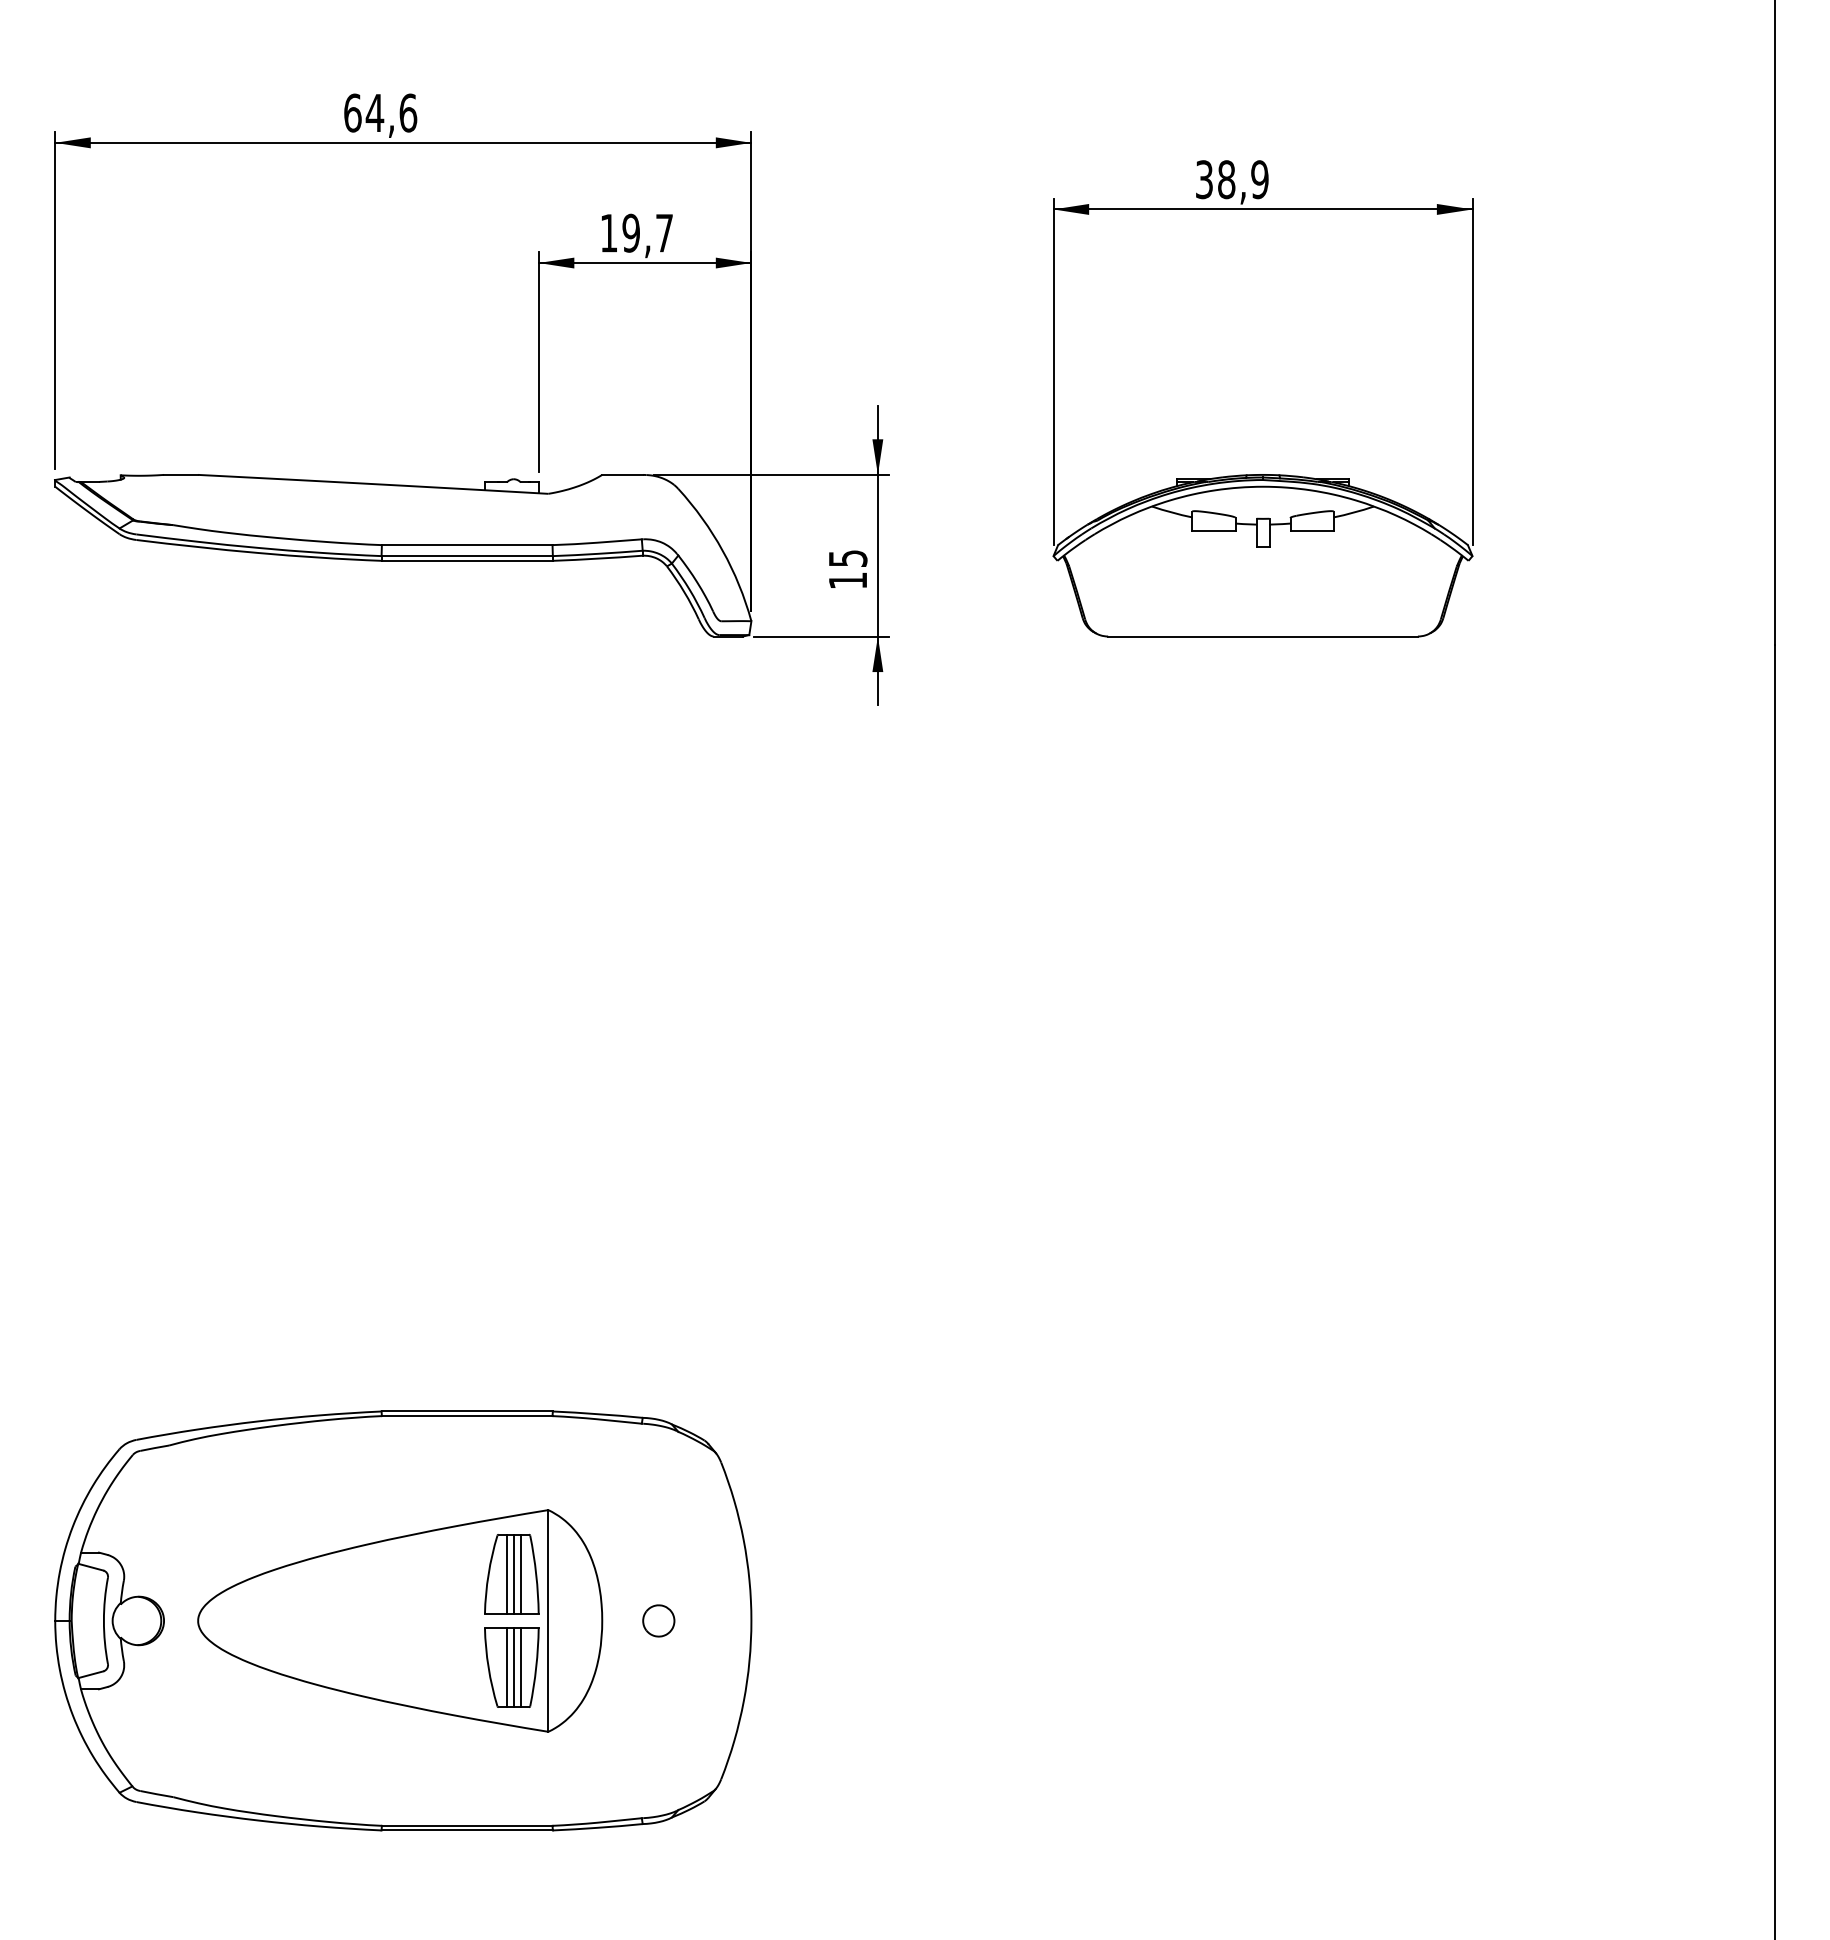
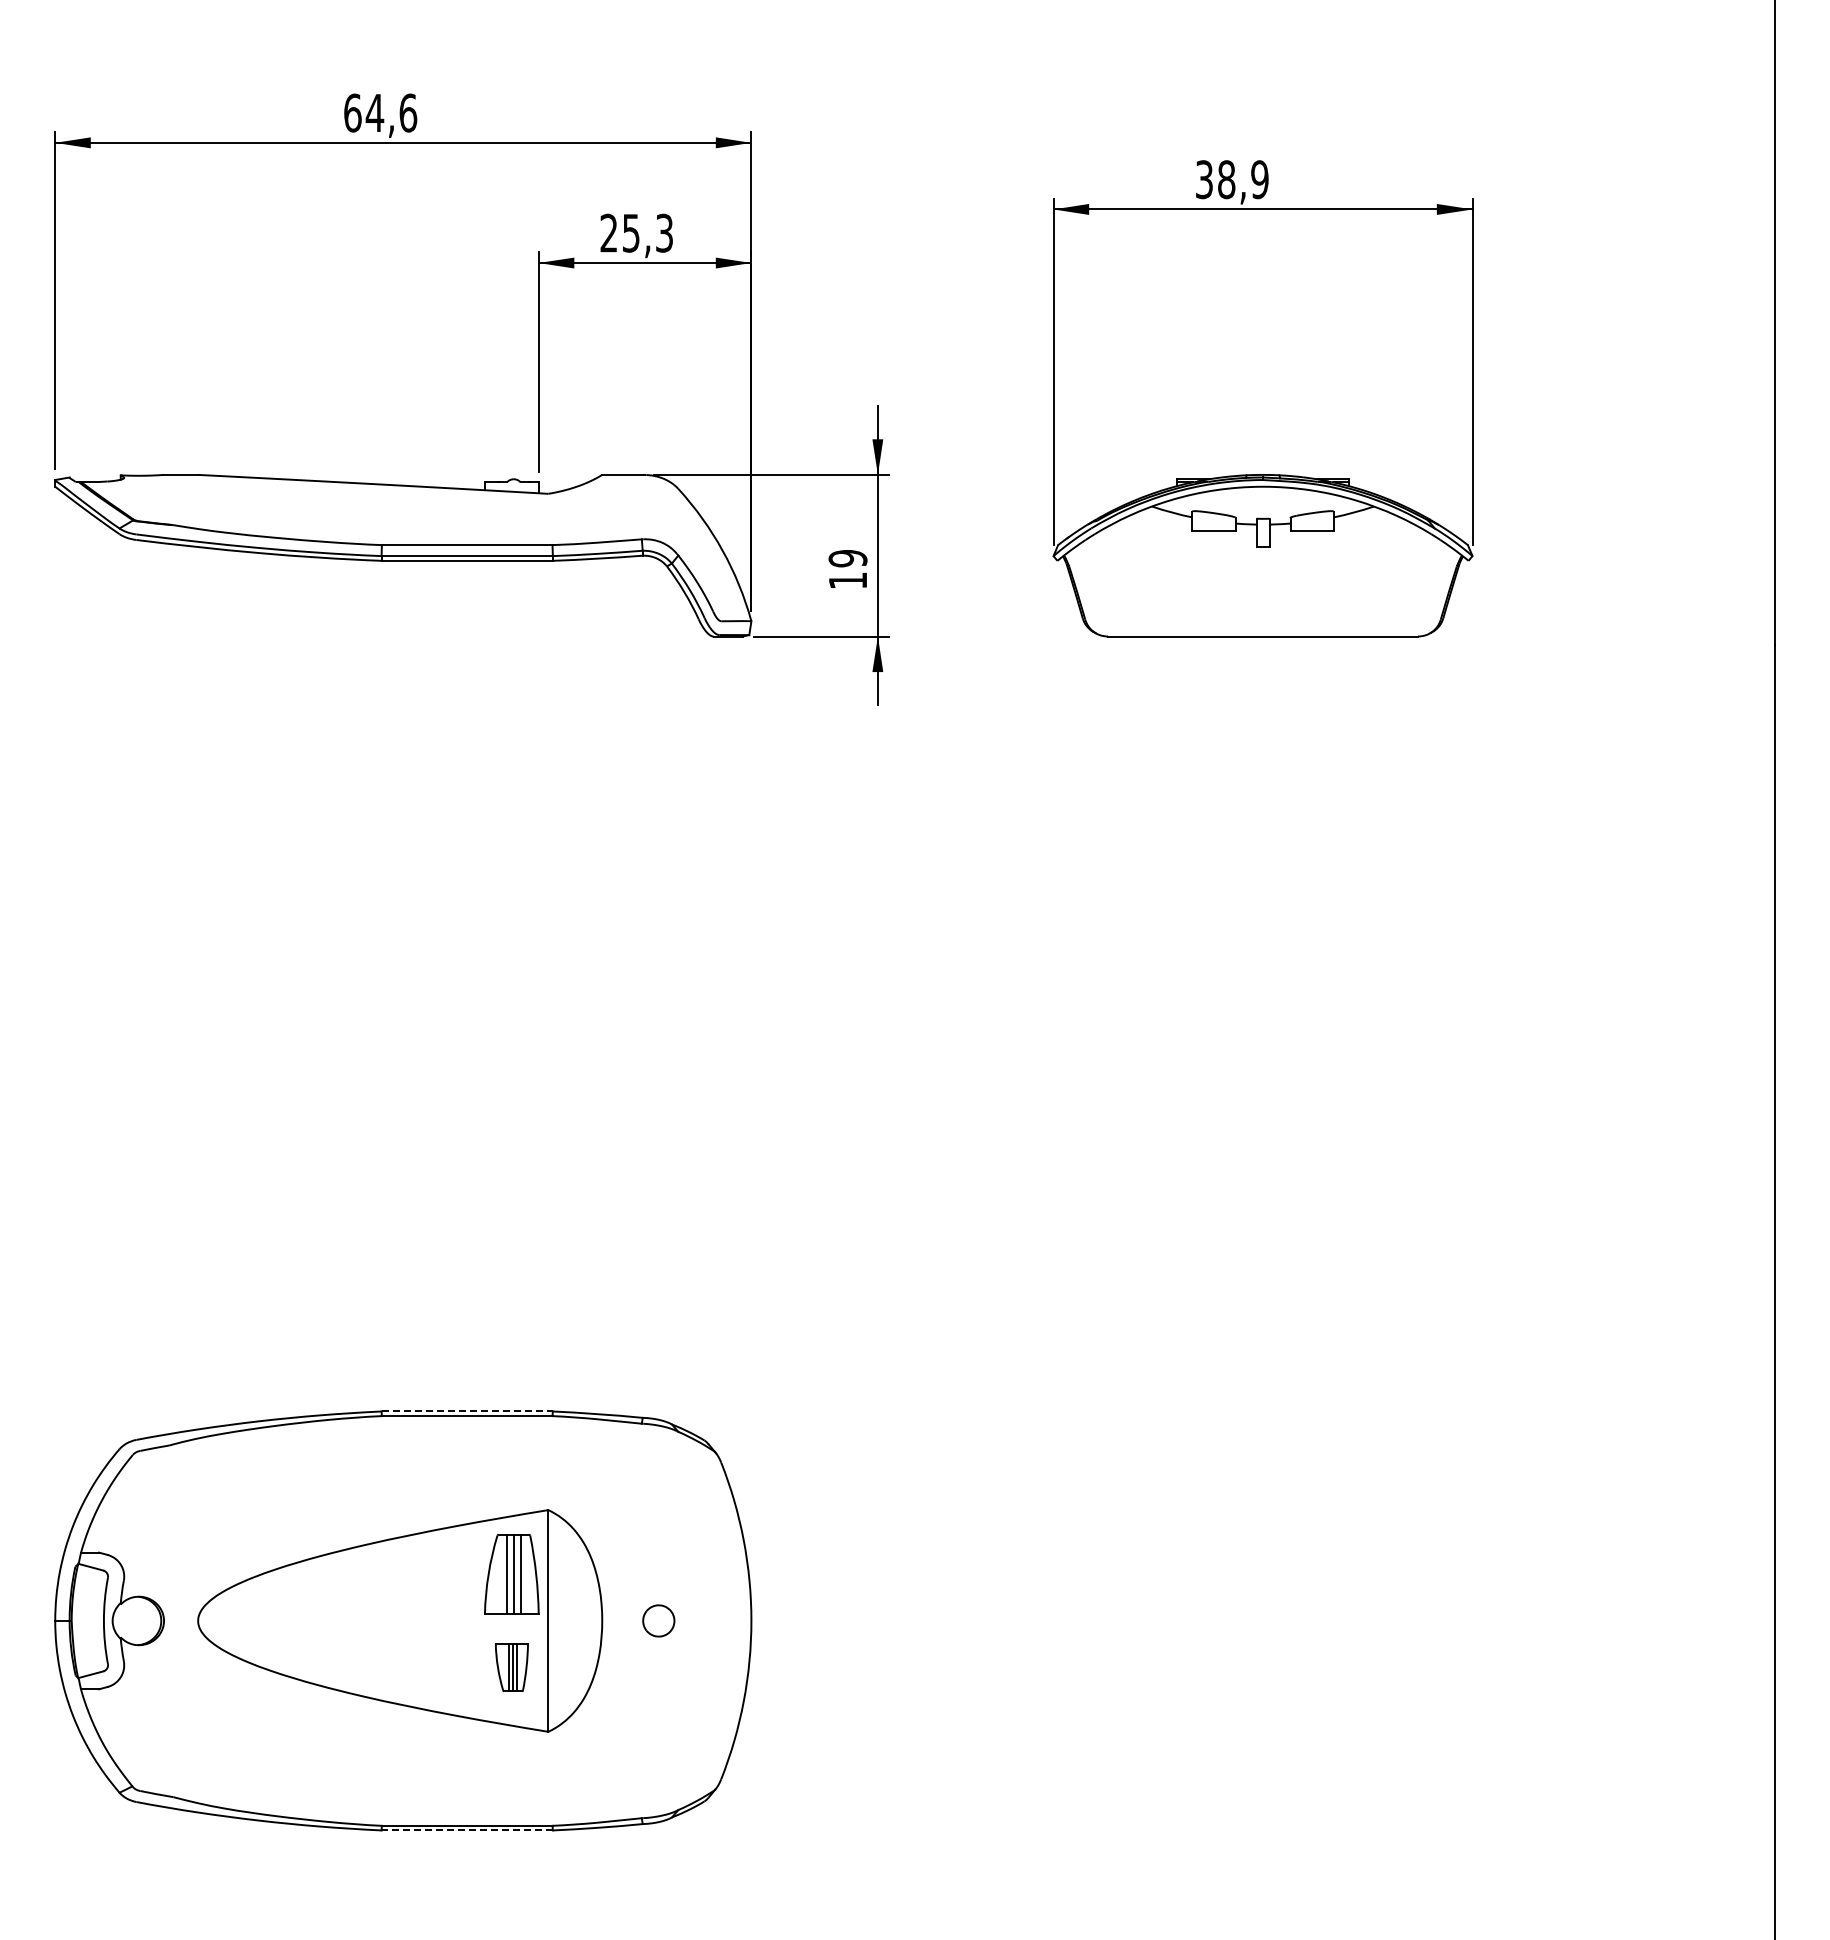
text at (636, 232): 19,7 -> 25,3
text at (847, 558): 15 -> 19
line at (467, 1411): solid -> dashed
part at (511, 1667) size: 56x81 px -> 35x50 px
line at (467, 1830): solid -> dashed
